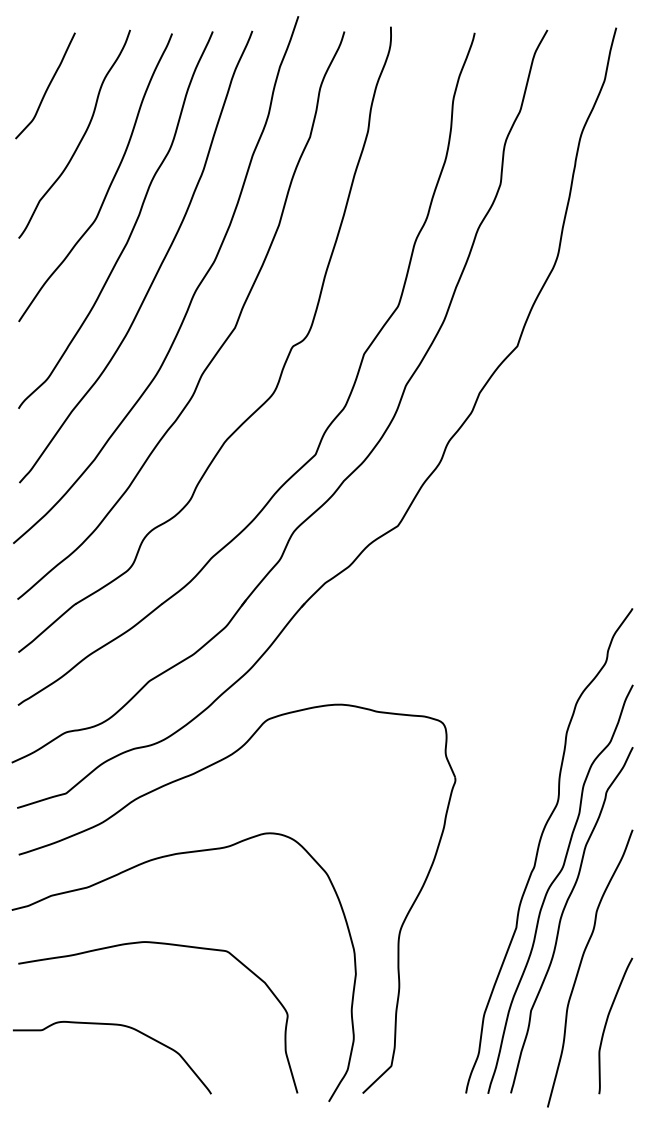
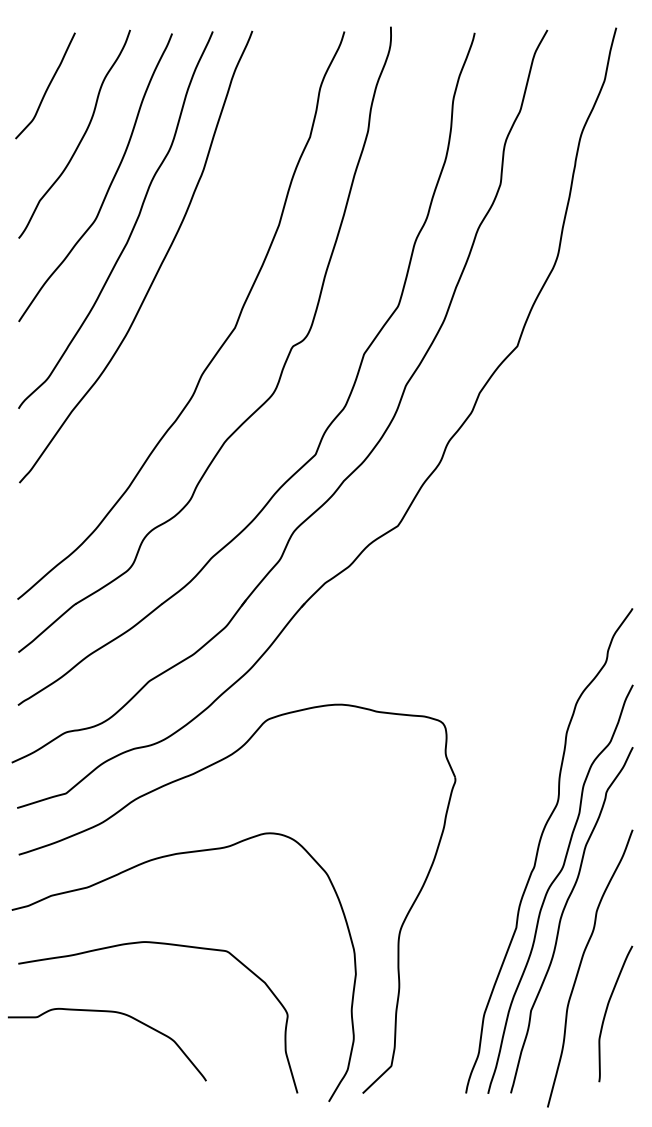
curve at (191, 297): present -> none
curve at (607, 1022) position: (607, 1022) -> (607, 1010)
curve at (111, 1025) position: (111, 1025) -> (106, 1012)
